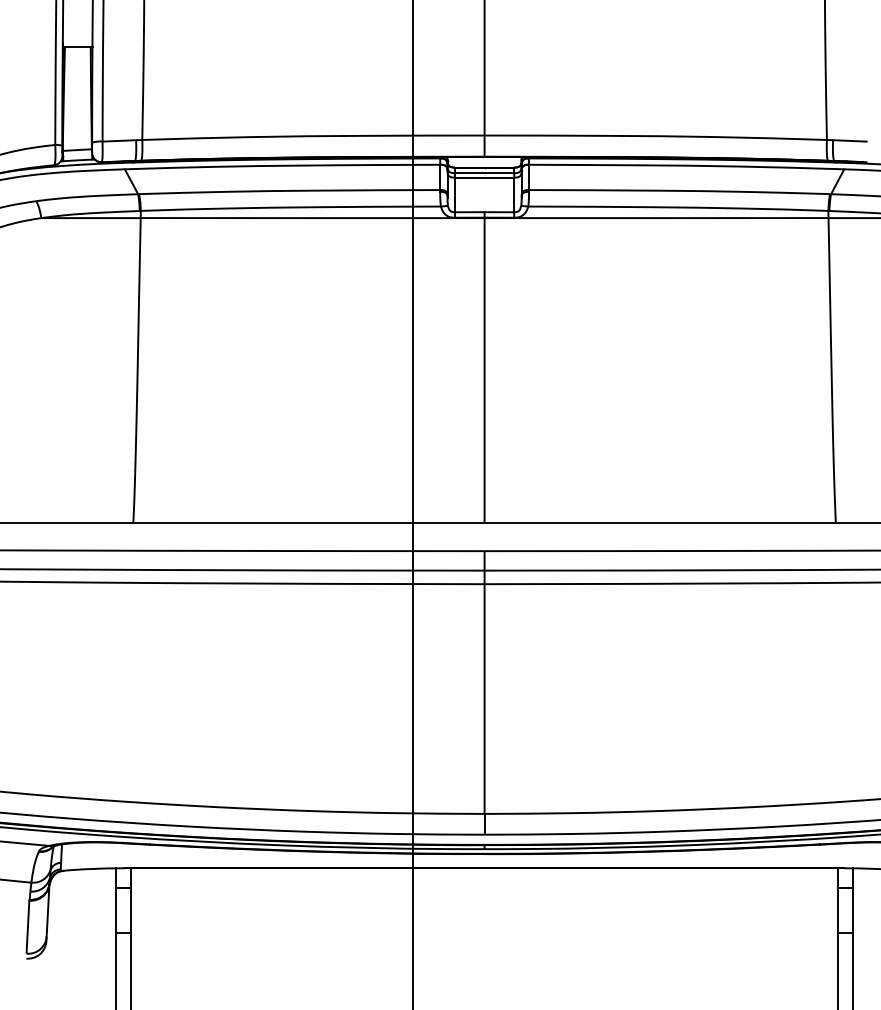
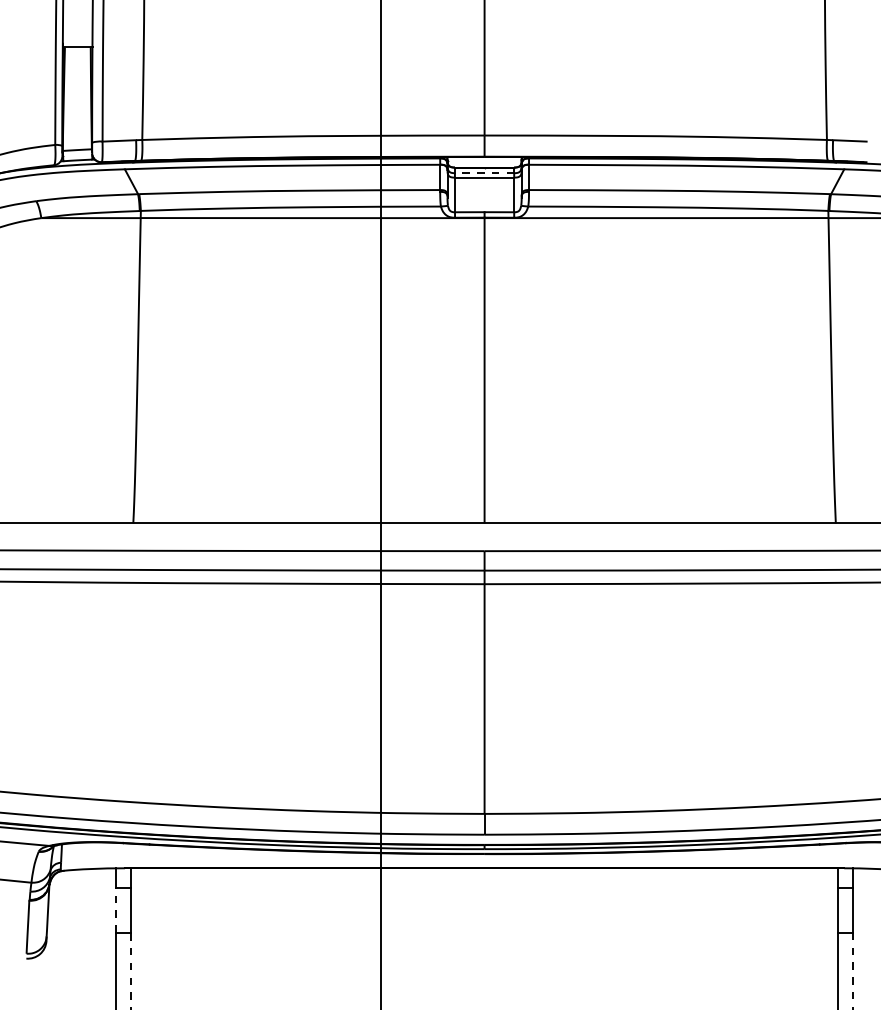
line at (484, 173): solid -> dashed
line at (413, 504) position: (413, 504) -> (381, 504)
line at (116, 909): solid -> dashed
line at (130, 970): solid -> dashed
line at (853, 971): solid -> dashed
